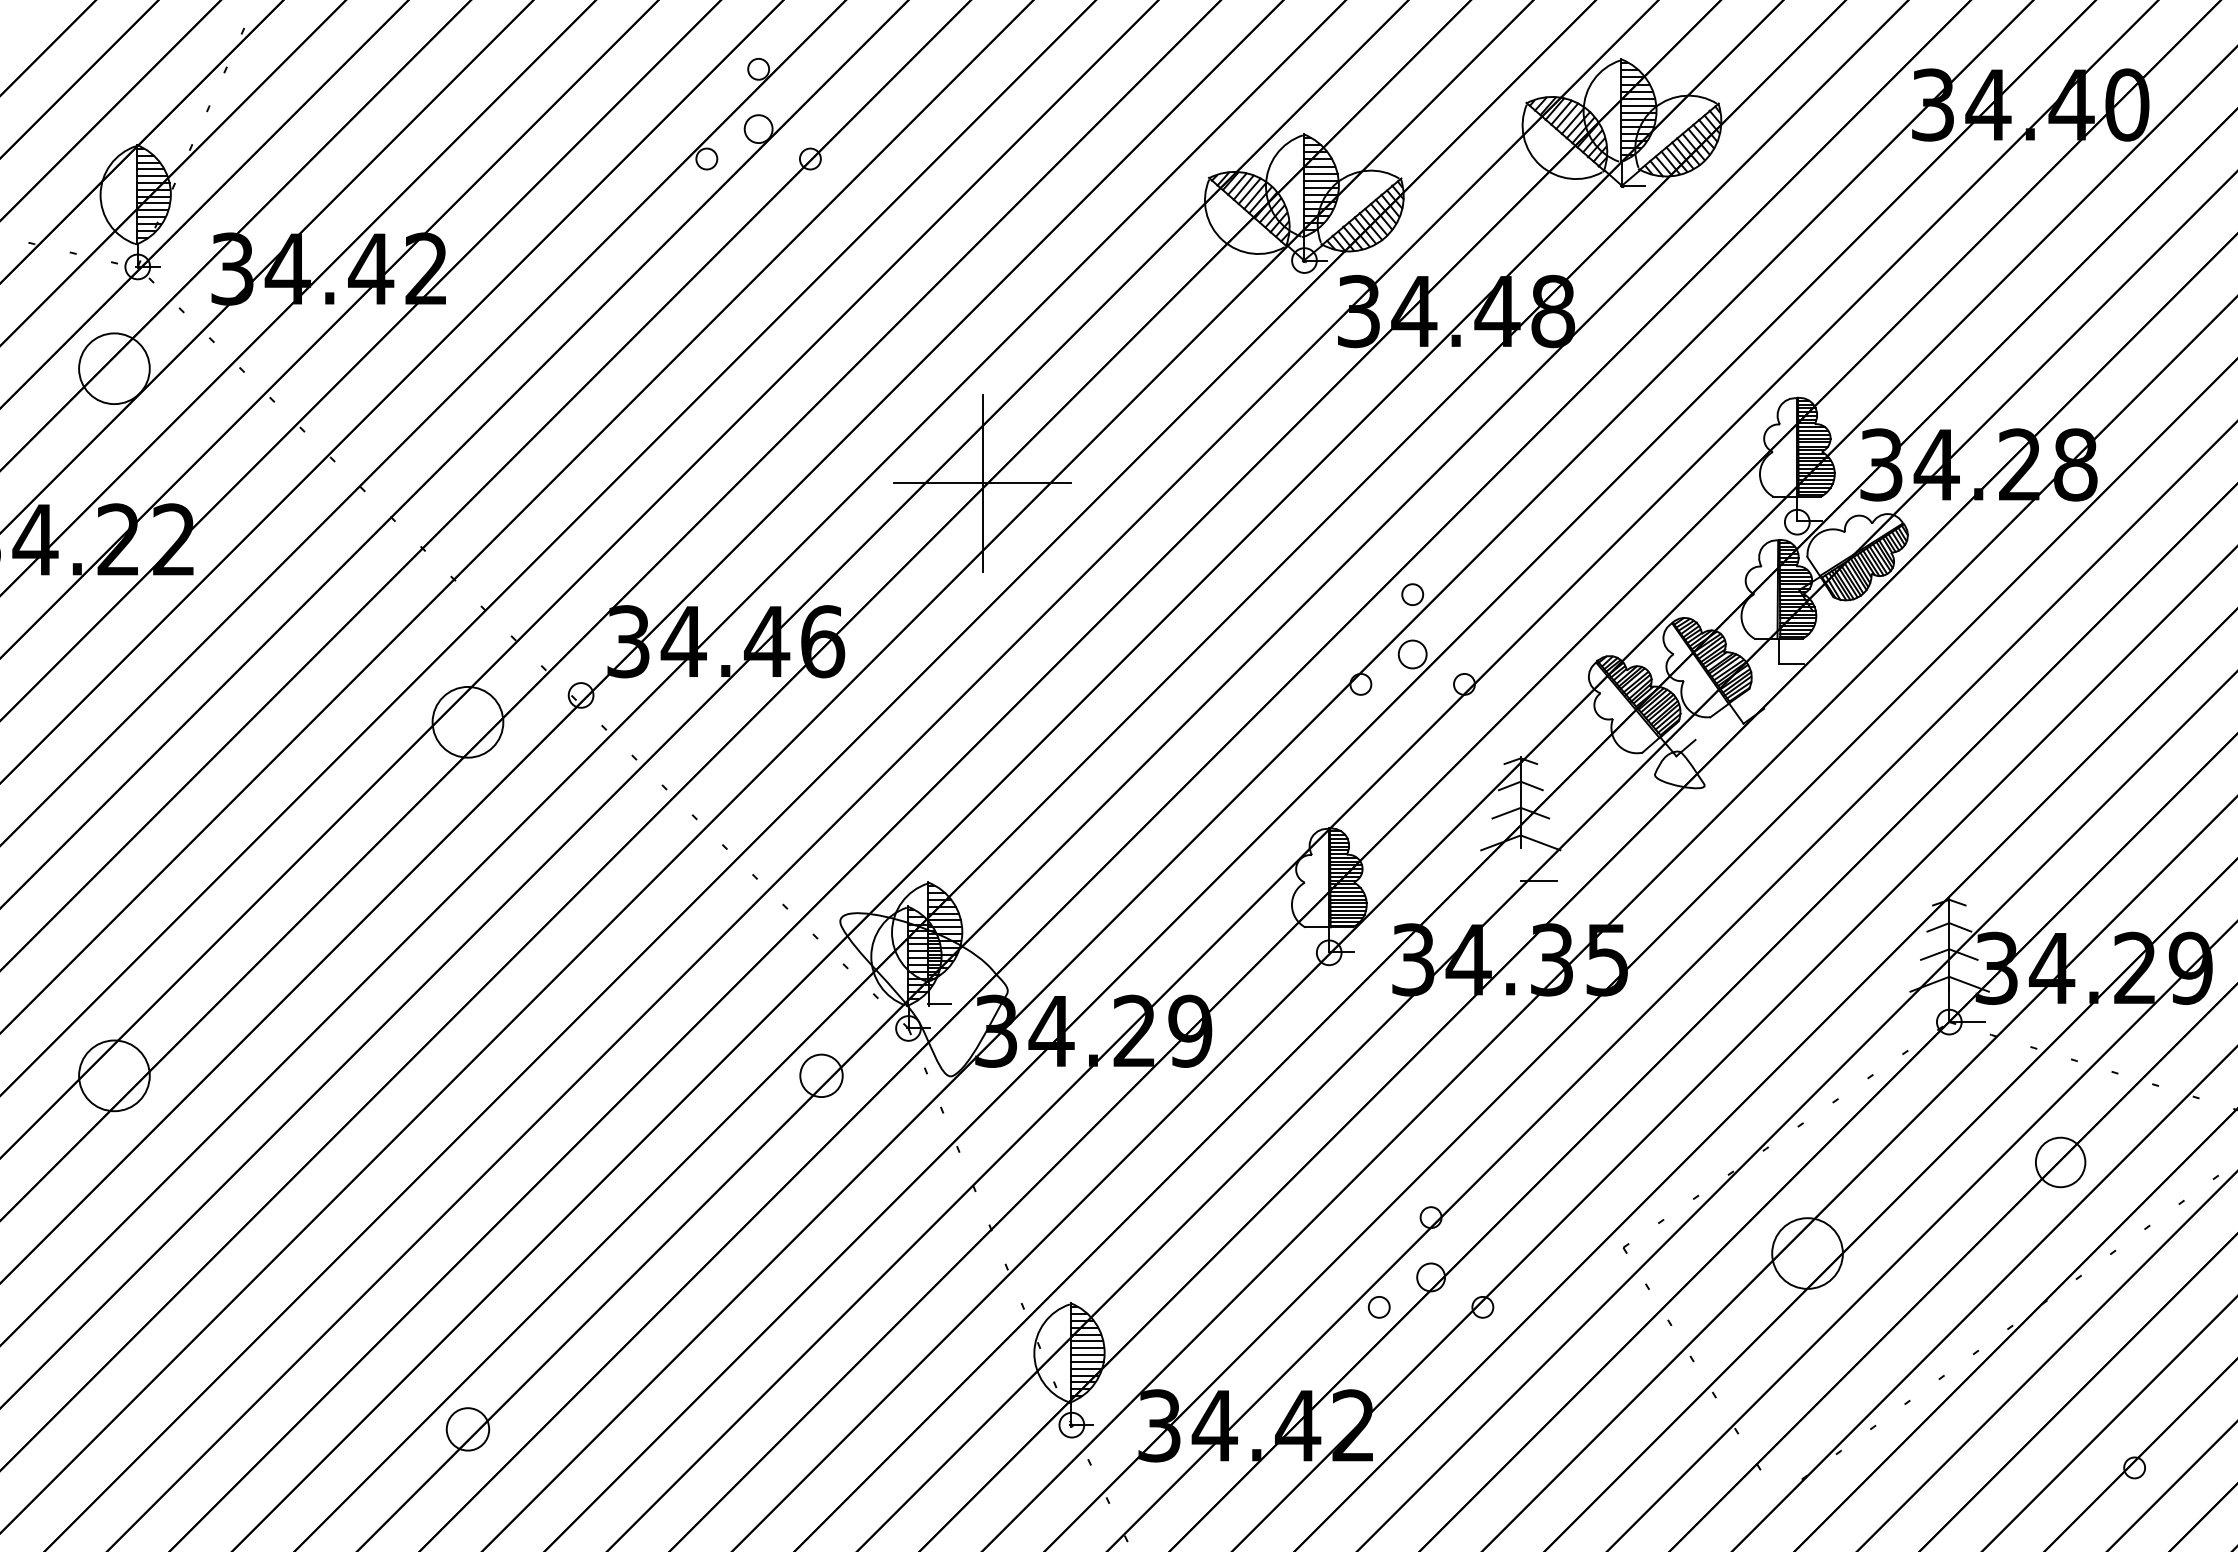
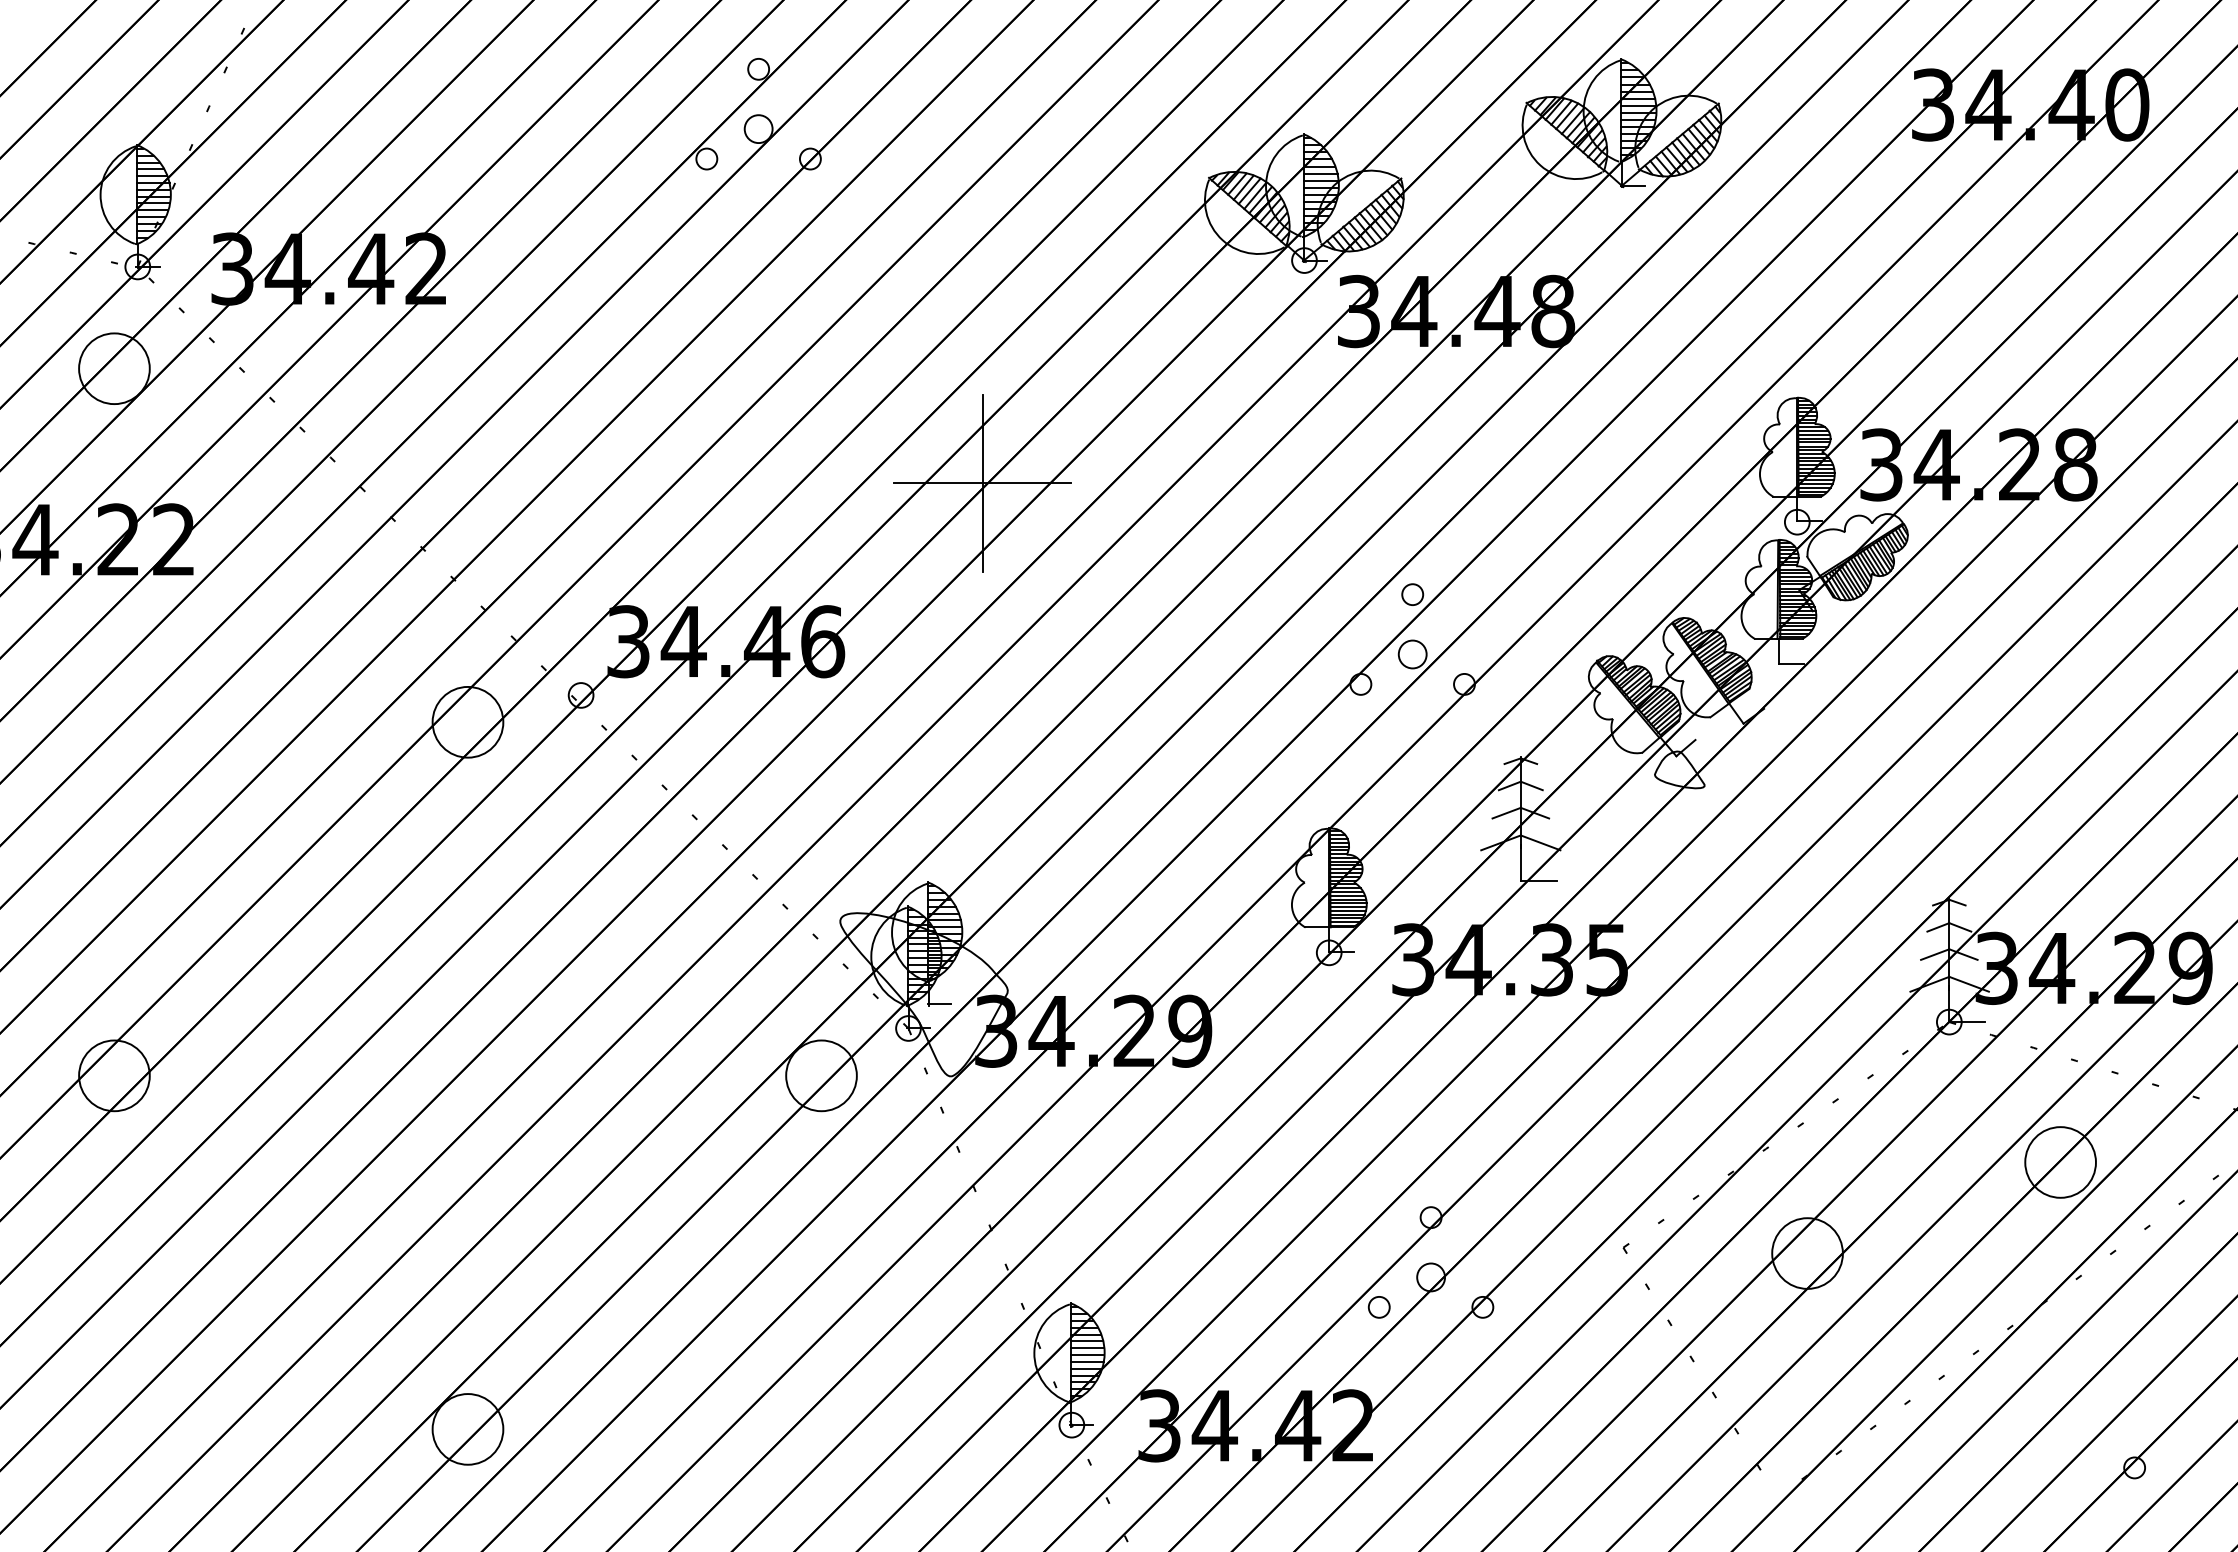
line at (1520, 862): none -> present
circle at (821, 1075) diameter: 42 px -> 71 px
circle at (2060, 1162) diameter: 49 px -> 71 px
circle at (467, 1429) diameter: 42 px -> 71 px
